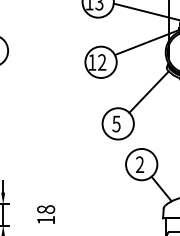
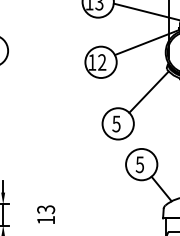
text at (139, 164): 2 -> 5
text at (45, 209): 18 -> 13
